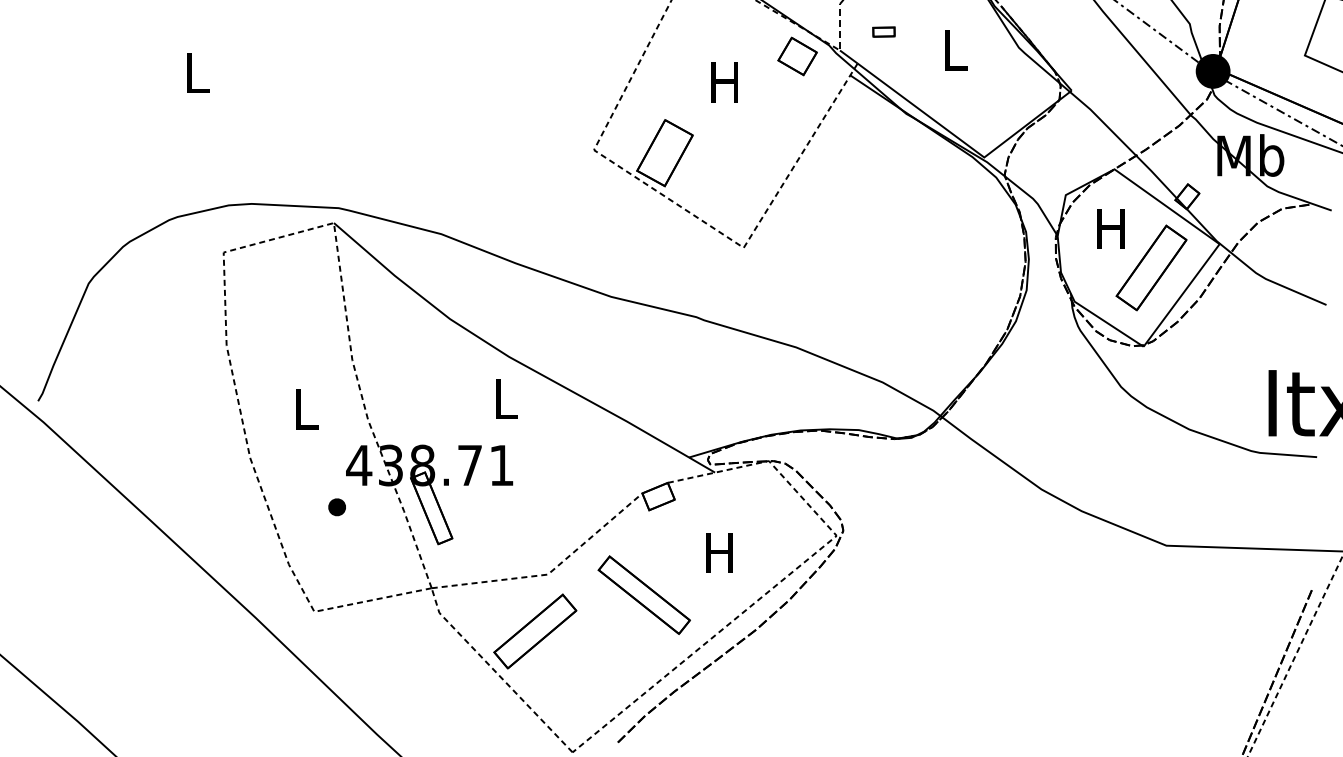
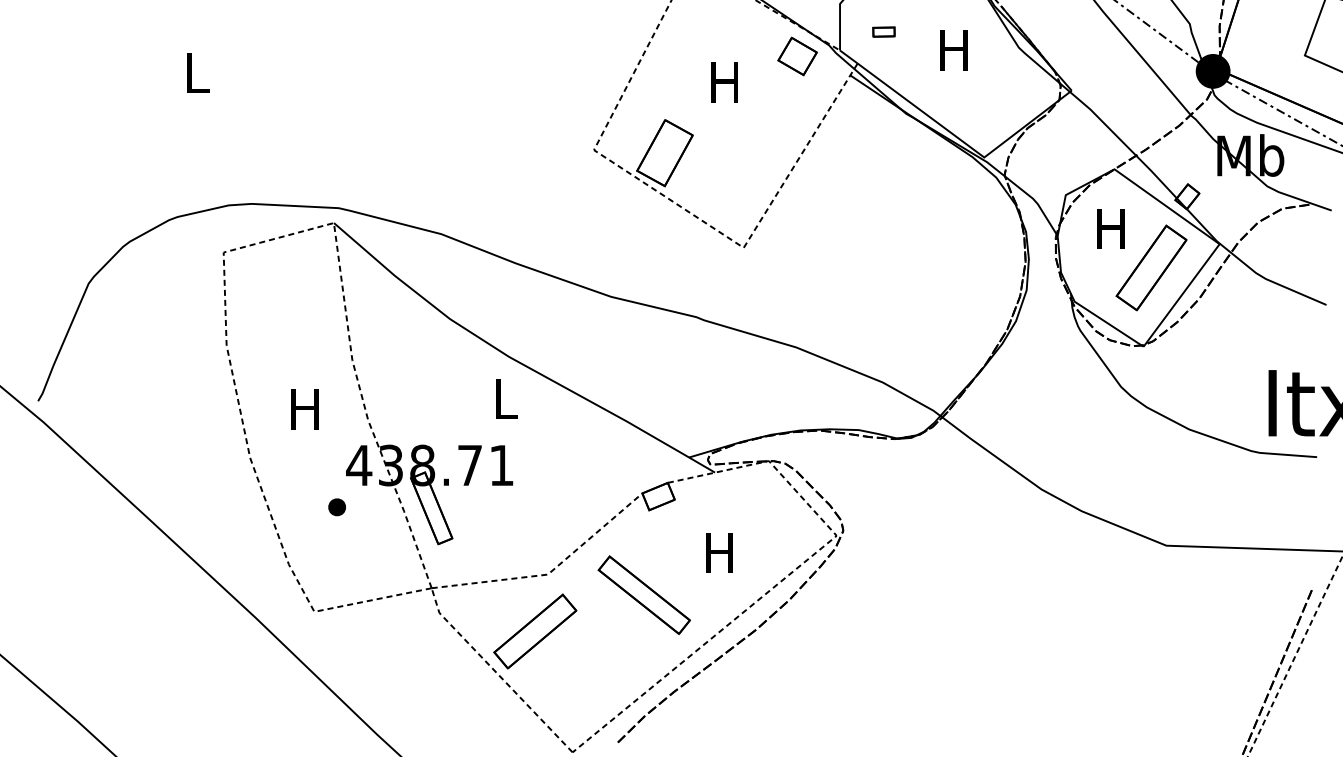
line at (840, 24): dashed -> solid
text at (953, 50): L -> H
text at (304, 409): L -> H
